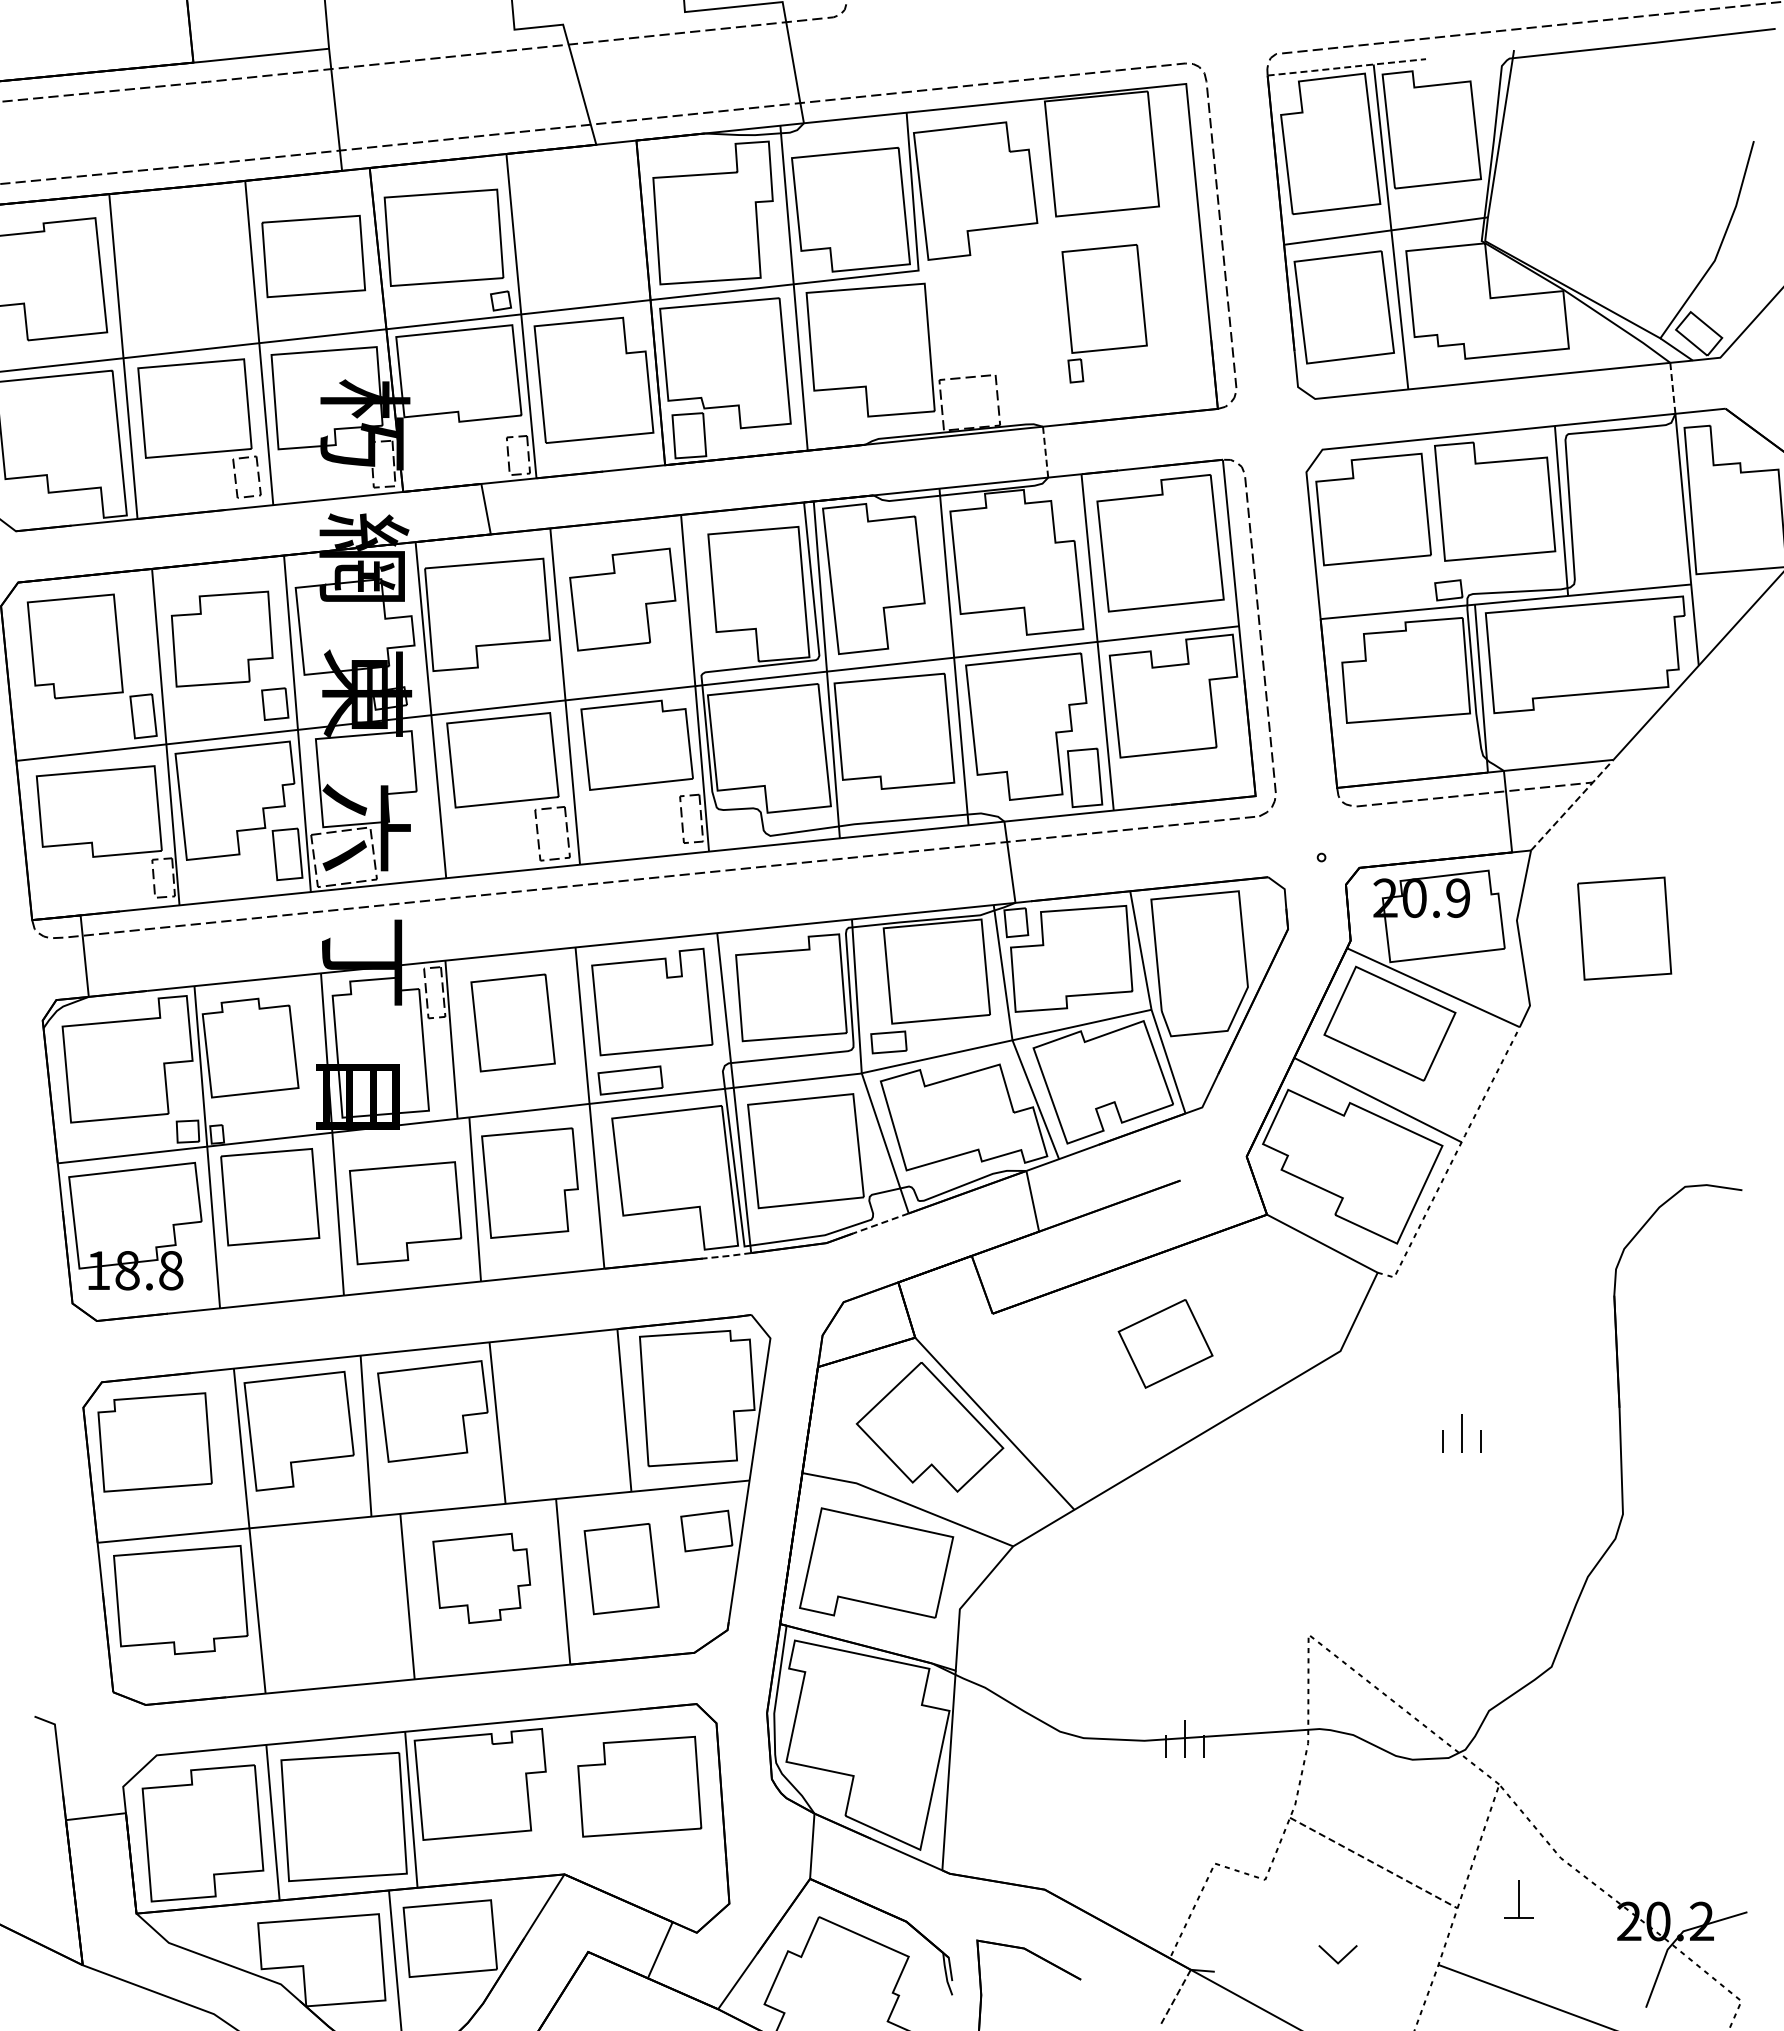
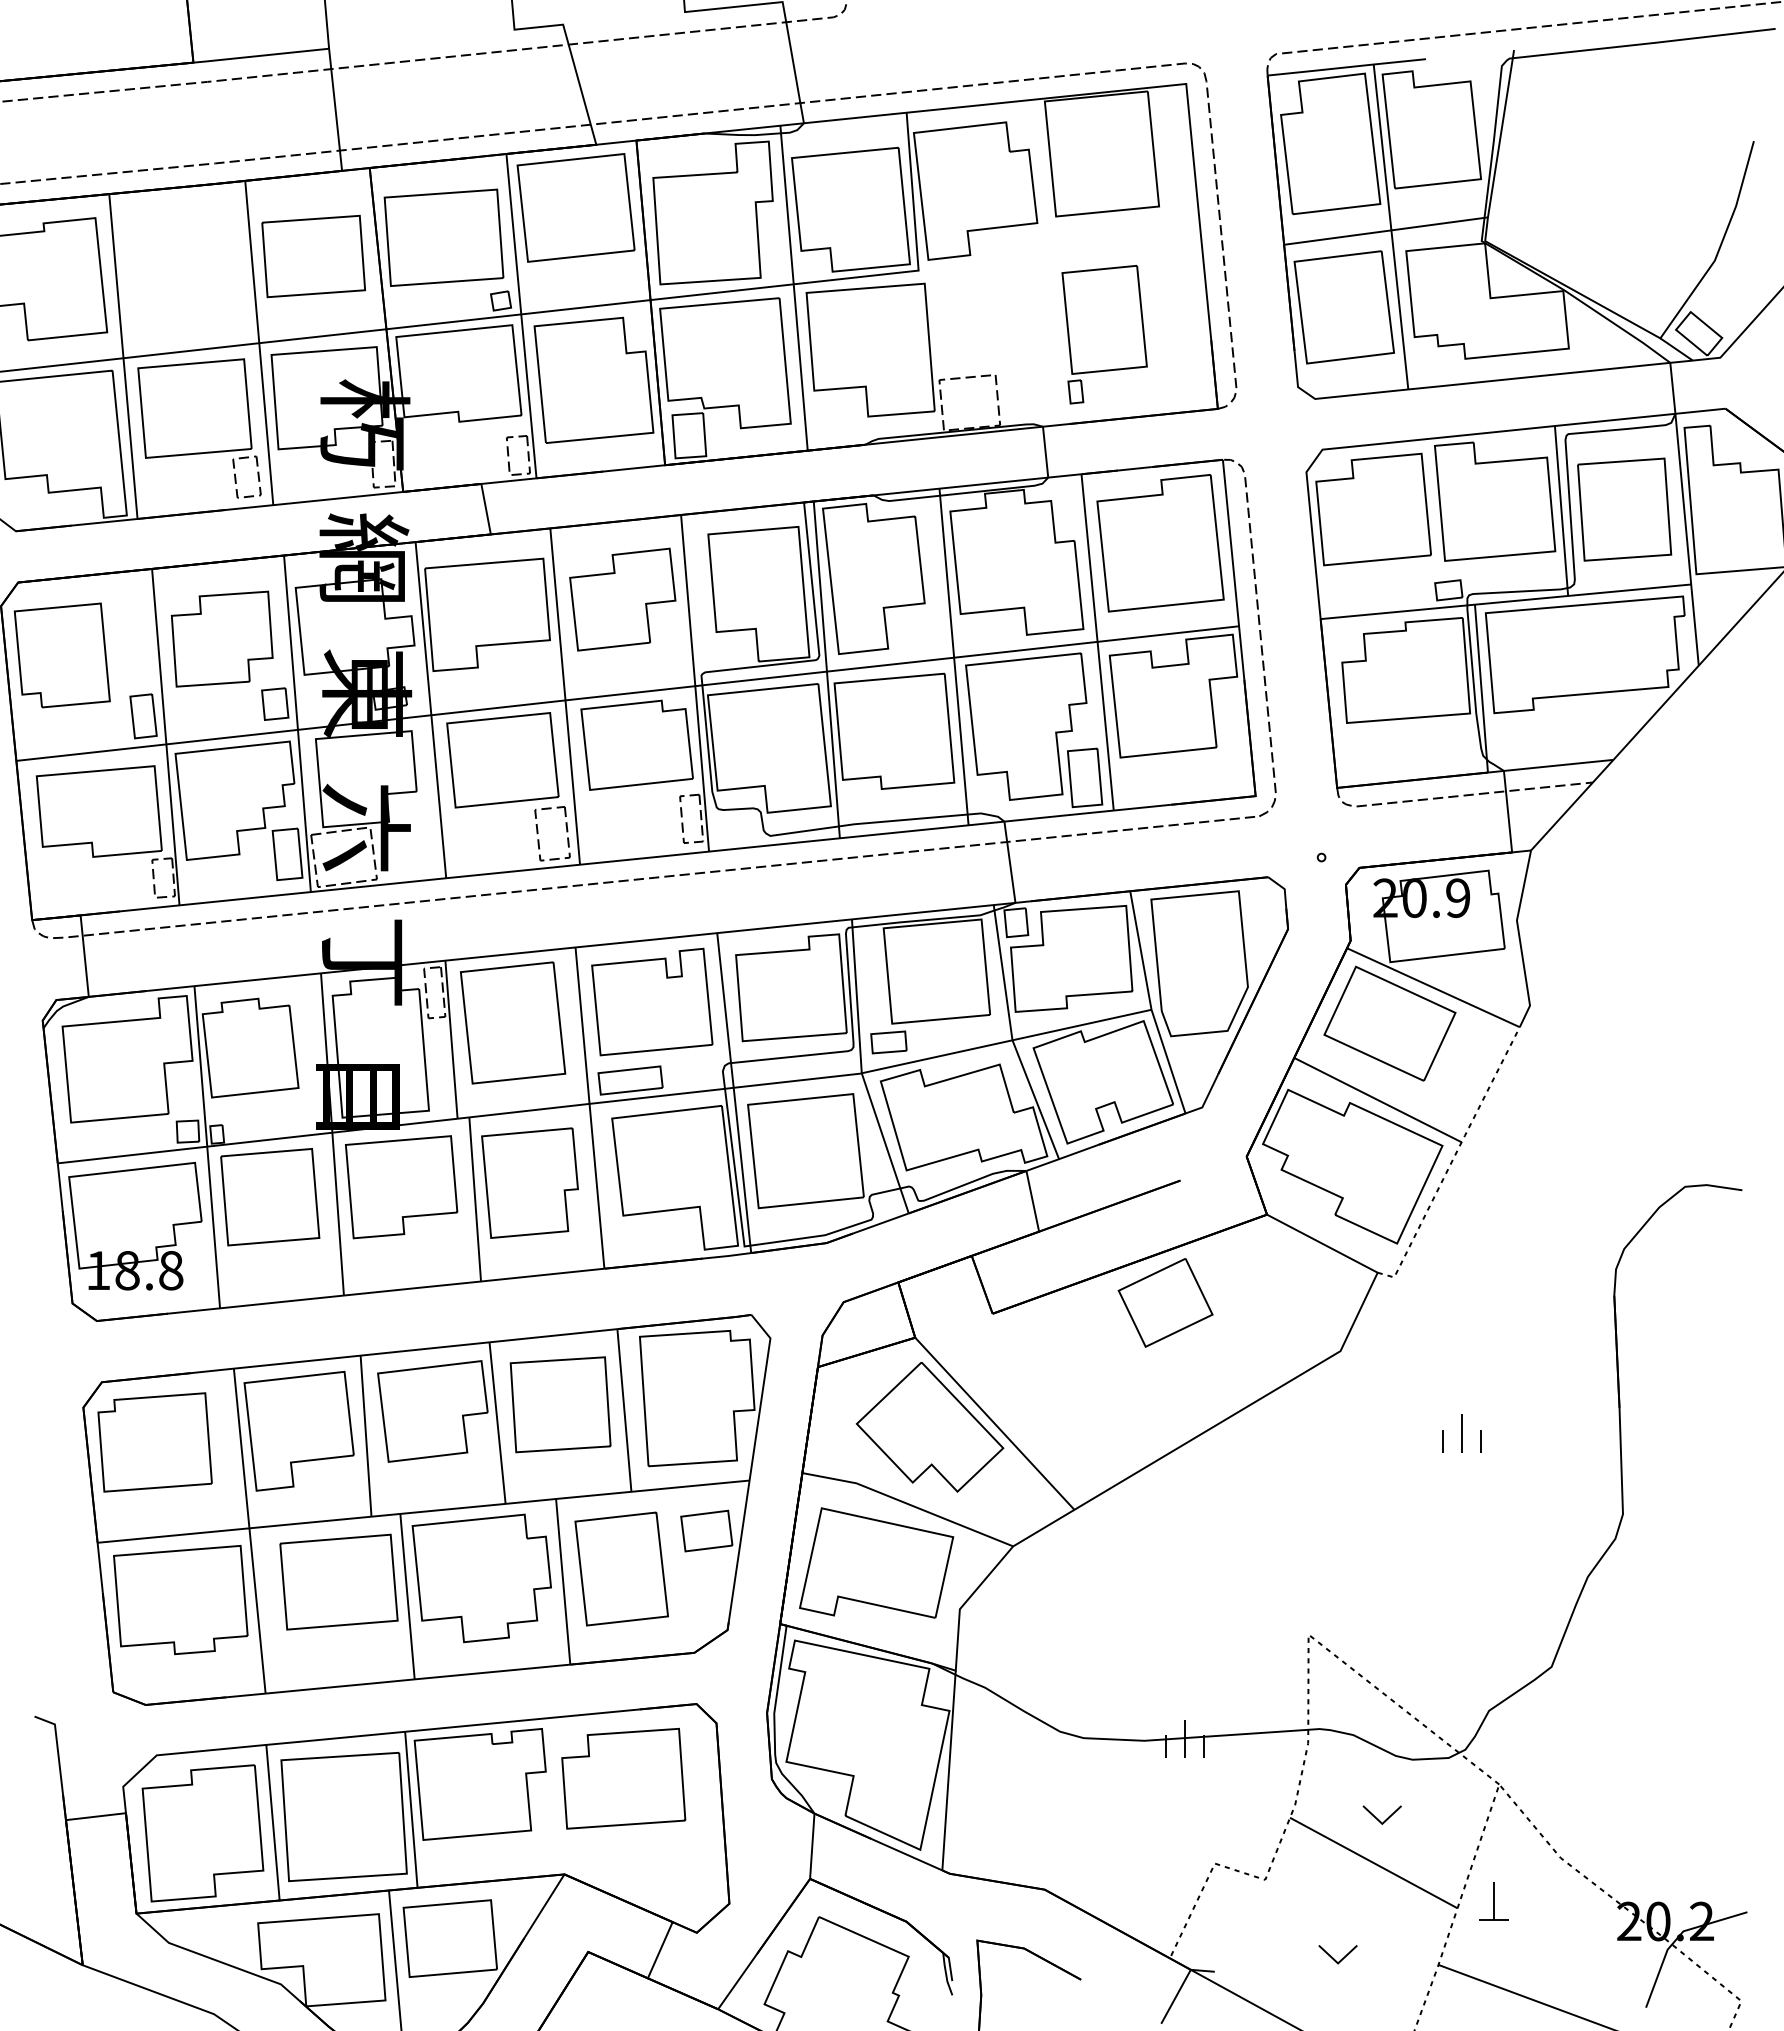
line at (1347, 67): dashed -> solid
part at (575, 207): none -> present
part at (1104, 313) position: (1104, 313) -> (1104, 334)
line at (1672, 388): dashed -> solid
line at (1045, 452): dashed -> solid
part at (74, 646) position: (74, 646) -> (61, 655)
line at (1572, 804): dashed -> solid
part at (1624, 928) position: (1624, 928) -> (1624, 509)
part at (512, 1022) size: 86x100 px -> 107x124 px
part at (405, 1213) position: (405, 1213) -> (401, 1187)
line at (880, 1223): dashed -> solid
line at (727, 1256): dashed -> solid
part at (1165, 1343) position: (1165, 1343) -> (1165, 1302)
part at (560, 1404): none -> present
part at (621, 1569) size: 77x93 px -> 95x116 px
part at (481, 1577) size: 100x92 px -> 141x131 px
part at (338, 1581): none -> present
part at (639, 1786) position: (639, 1786) -> (623, 1778)
part at (1381, 1814): none -> present
line at (1374, 1863): dashed -> solid
part at (1518, 1899) position: (1518, 1899) -> (1493, 1901)
line at (1176, 1996): dashed -> solid
